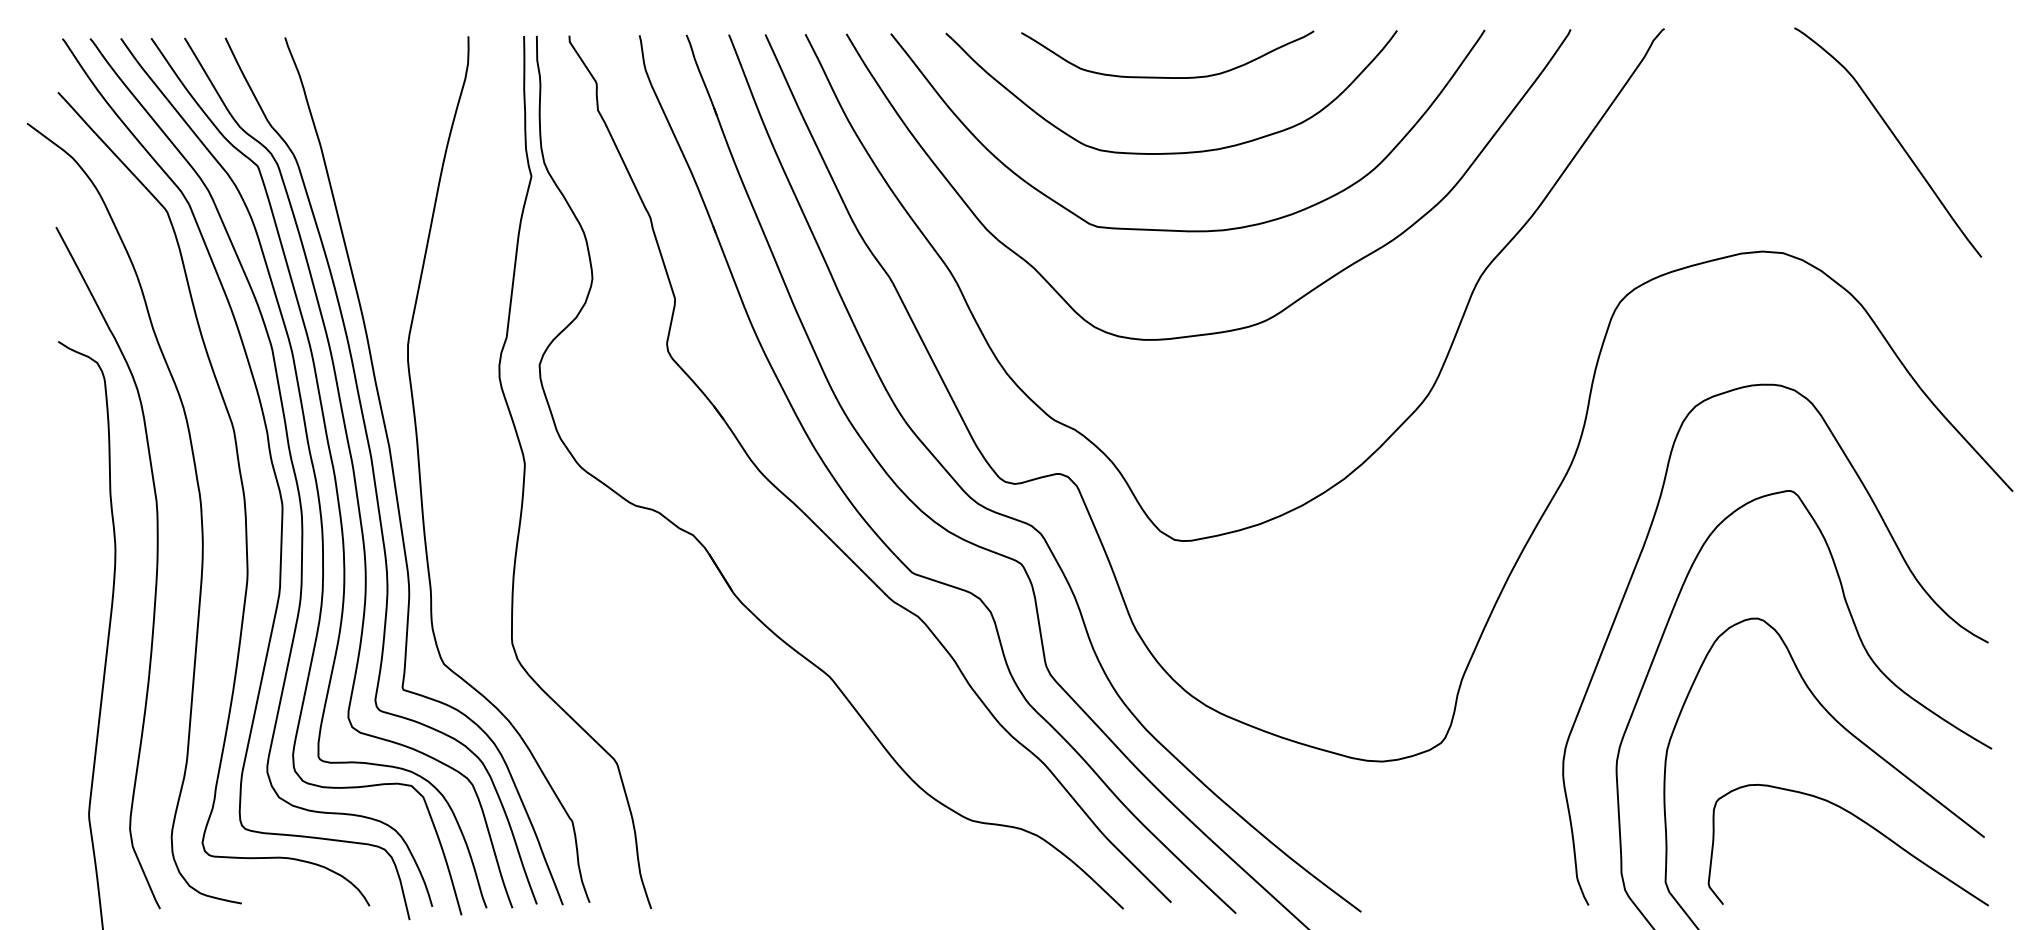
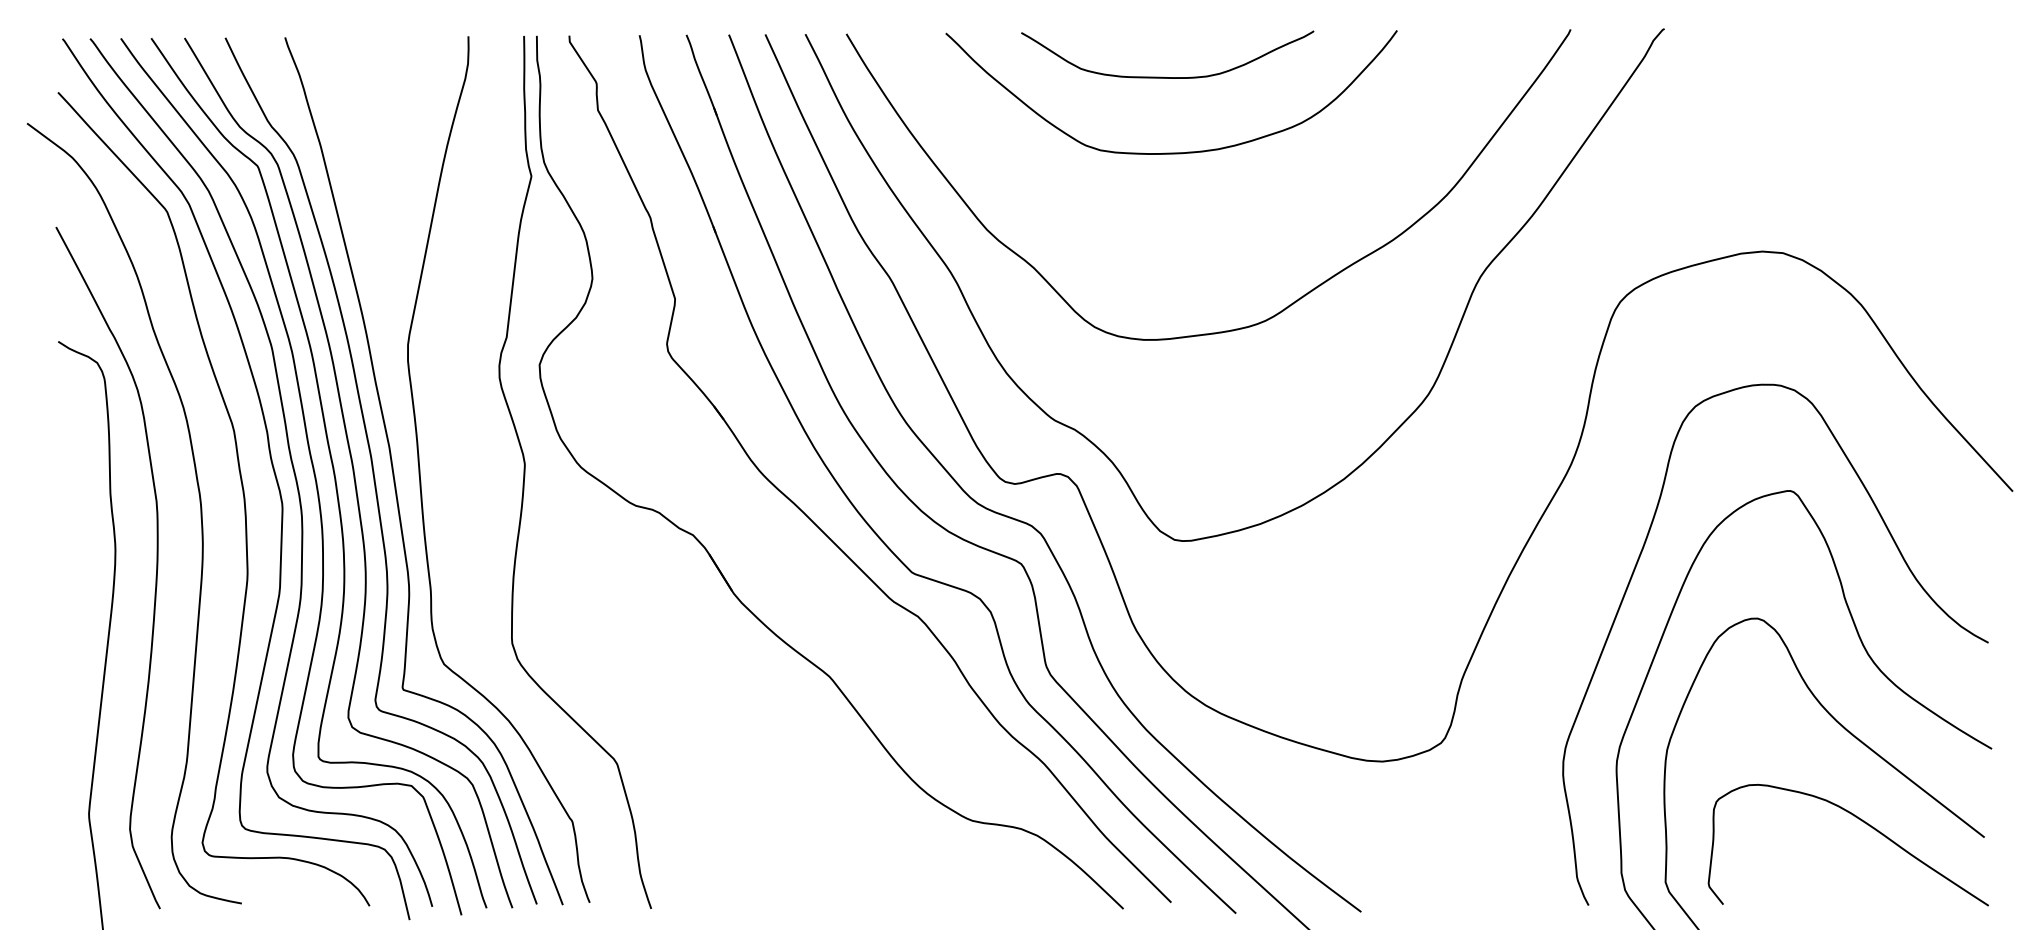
curve at (1893, 136): present -> none
curve at (1174, 229): present -> none
